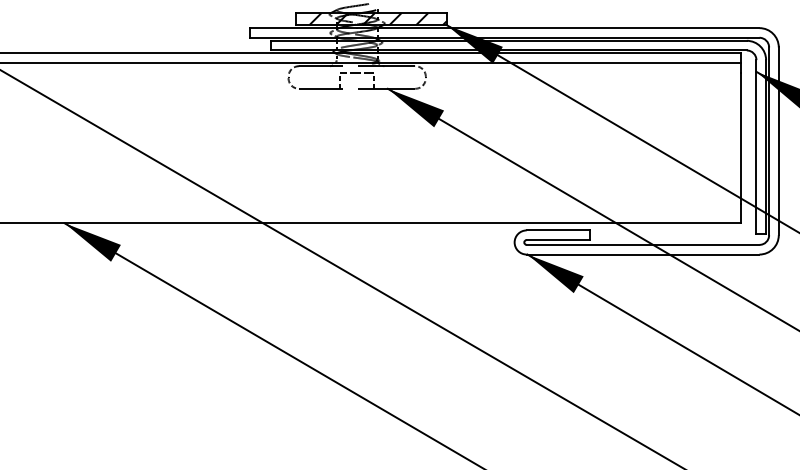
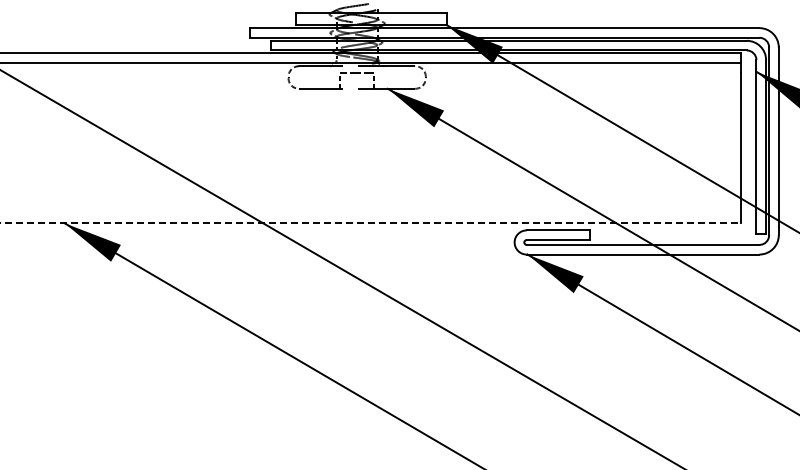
hatch at (377, 19): present -> none
line at (371, 223): solid -> dashed
